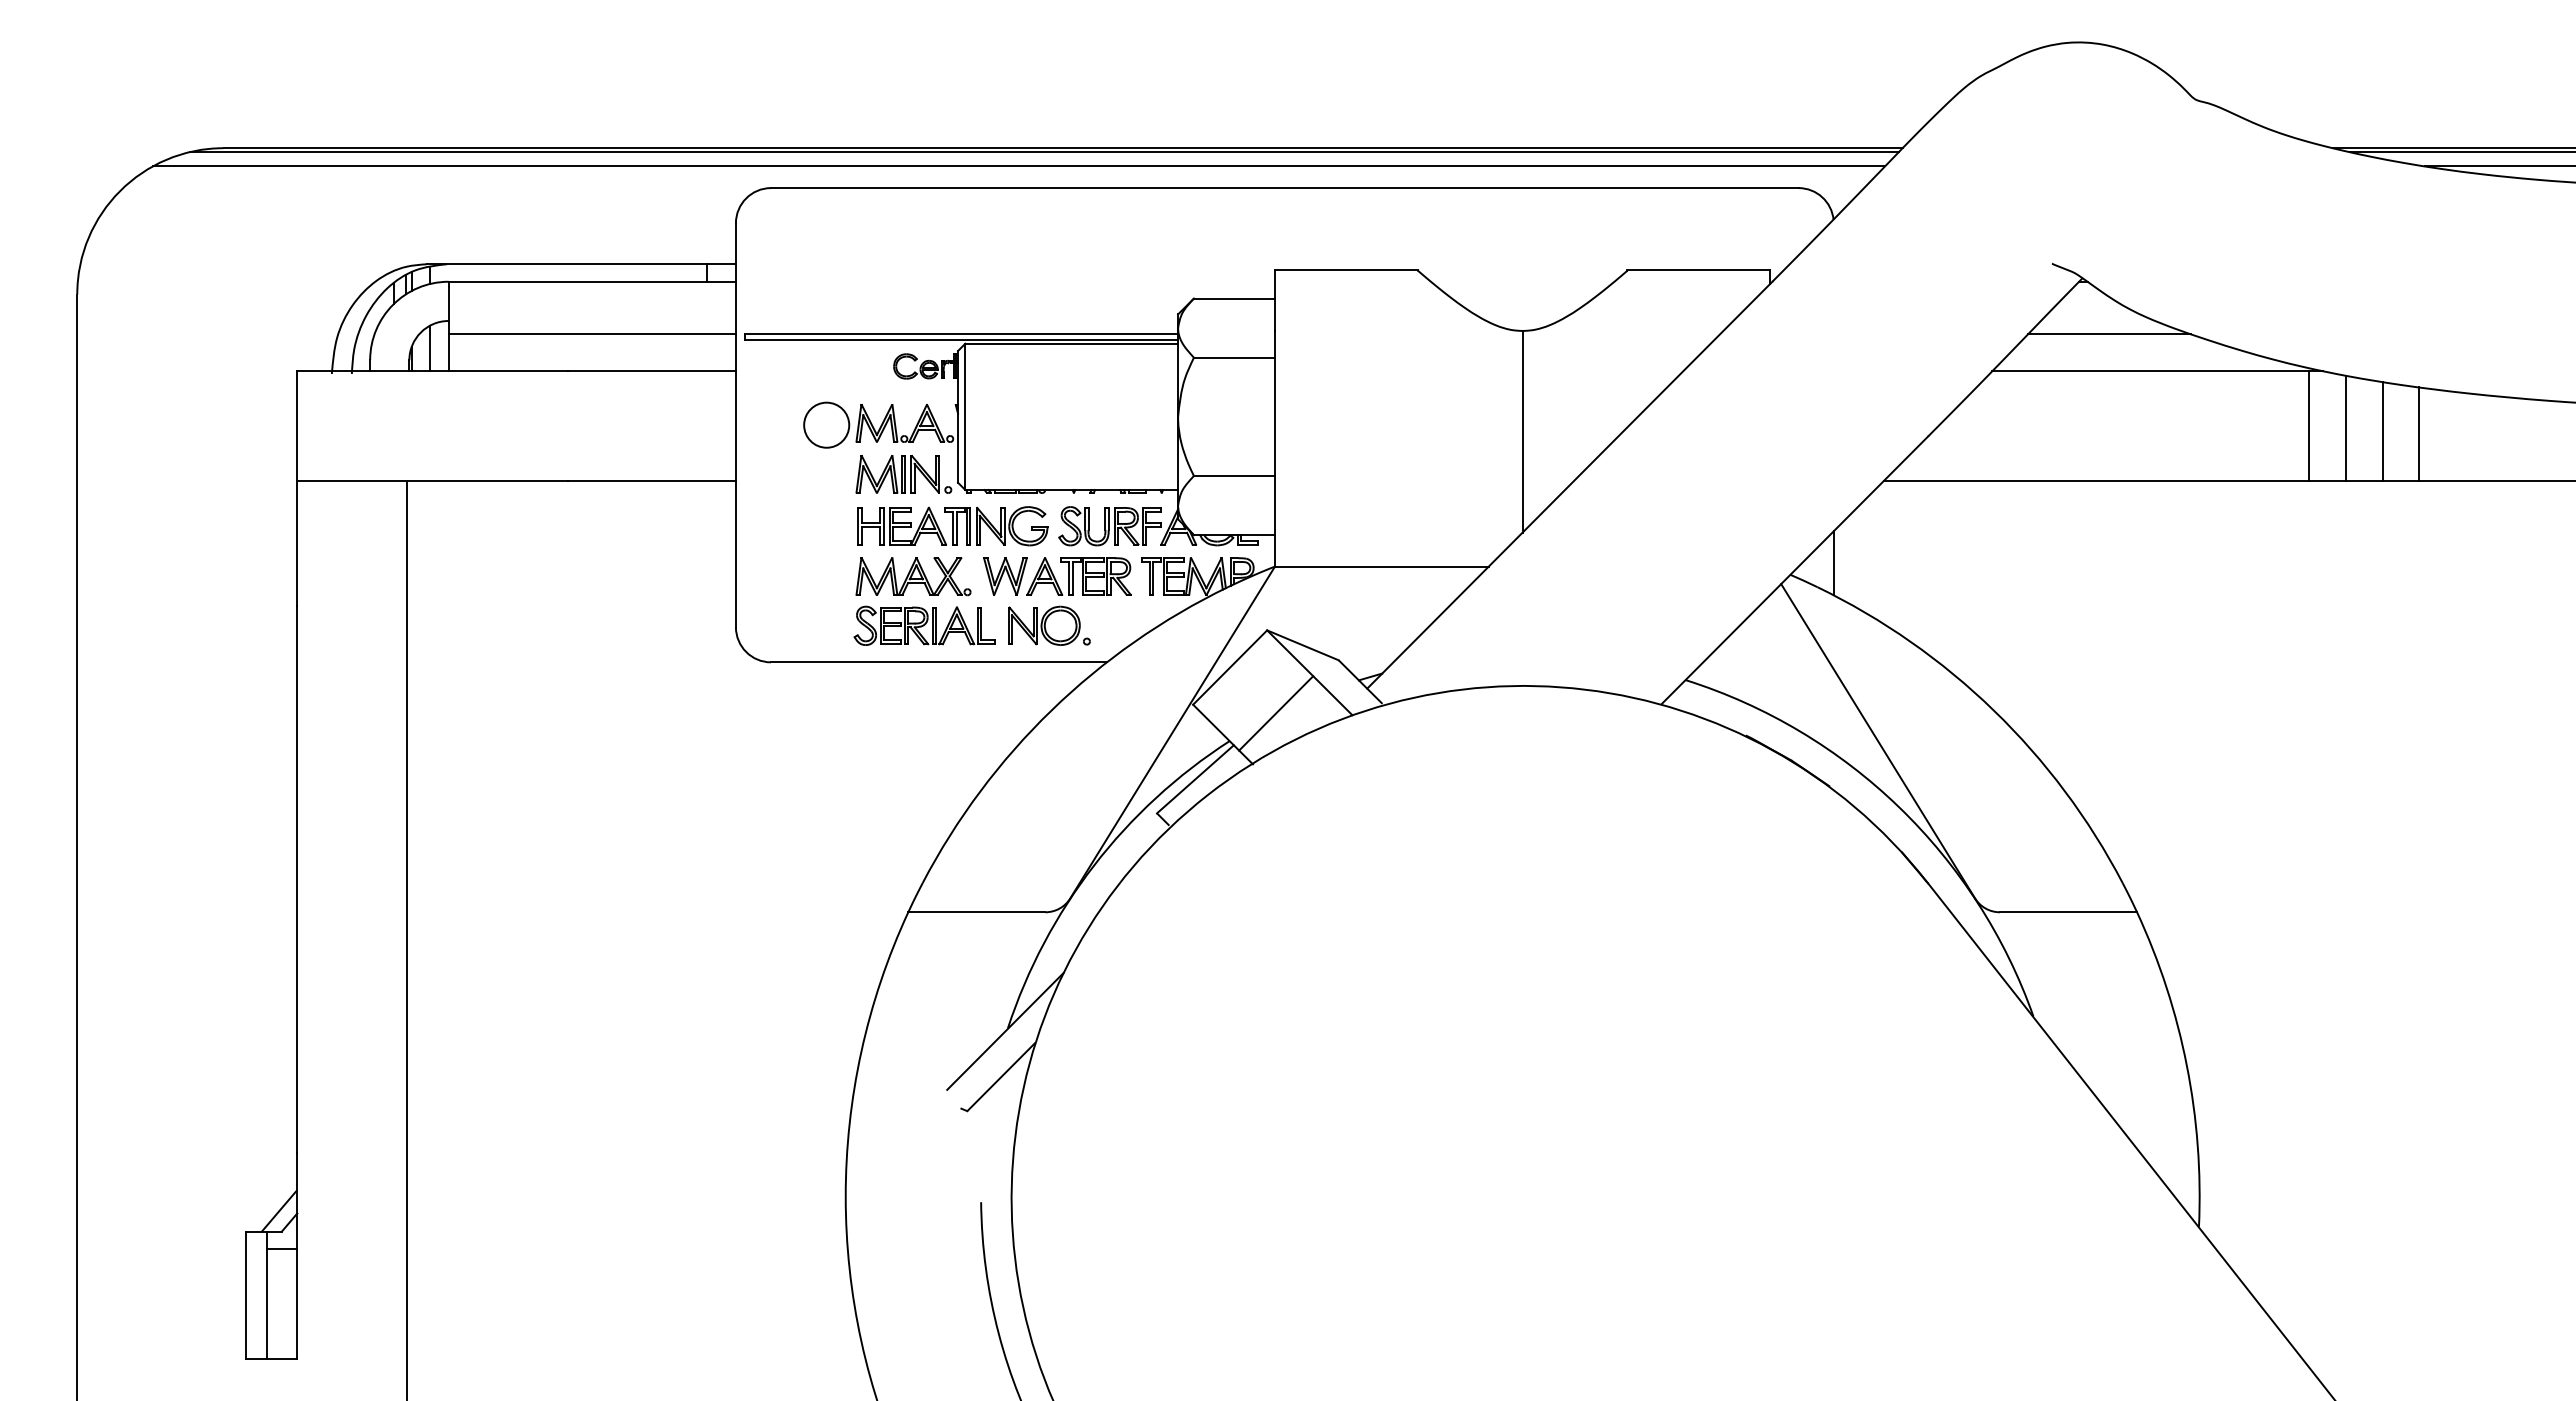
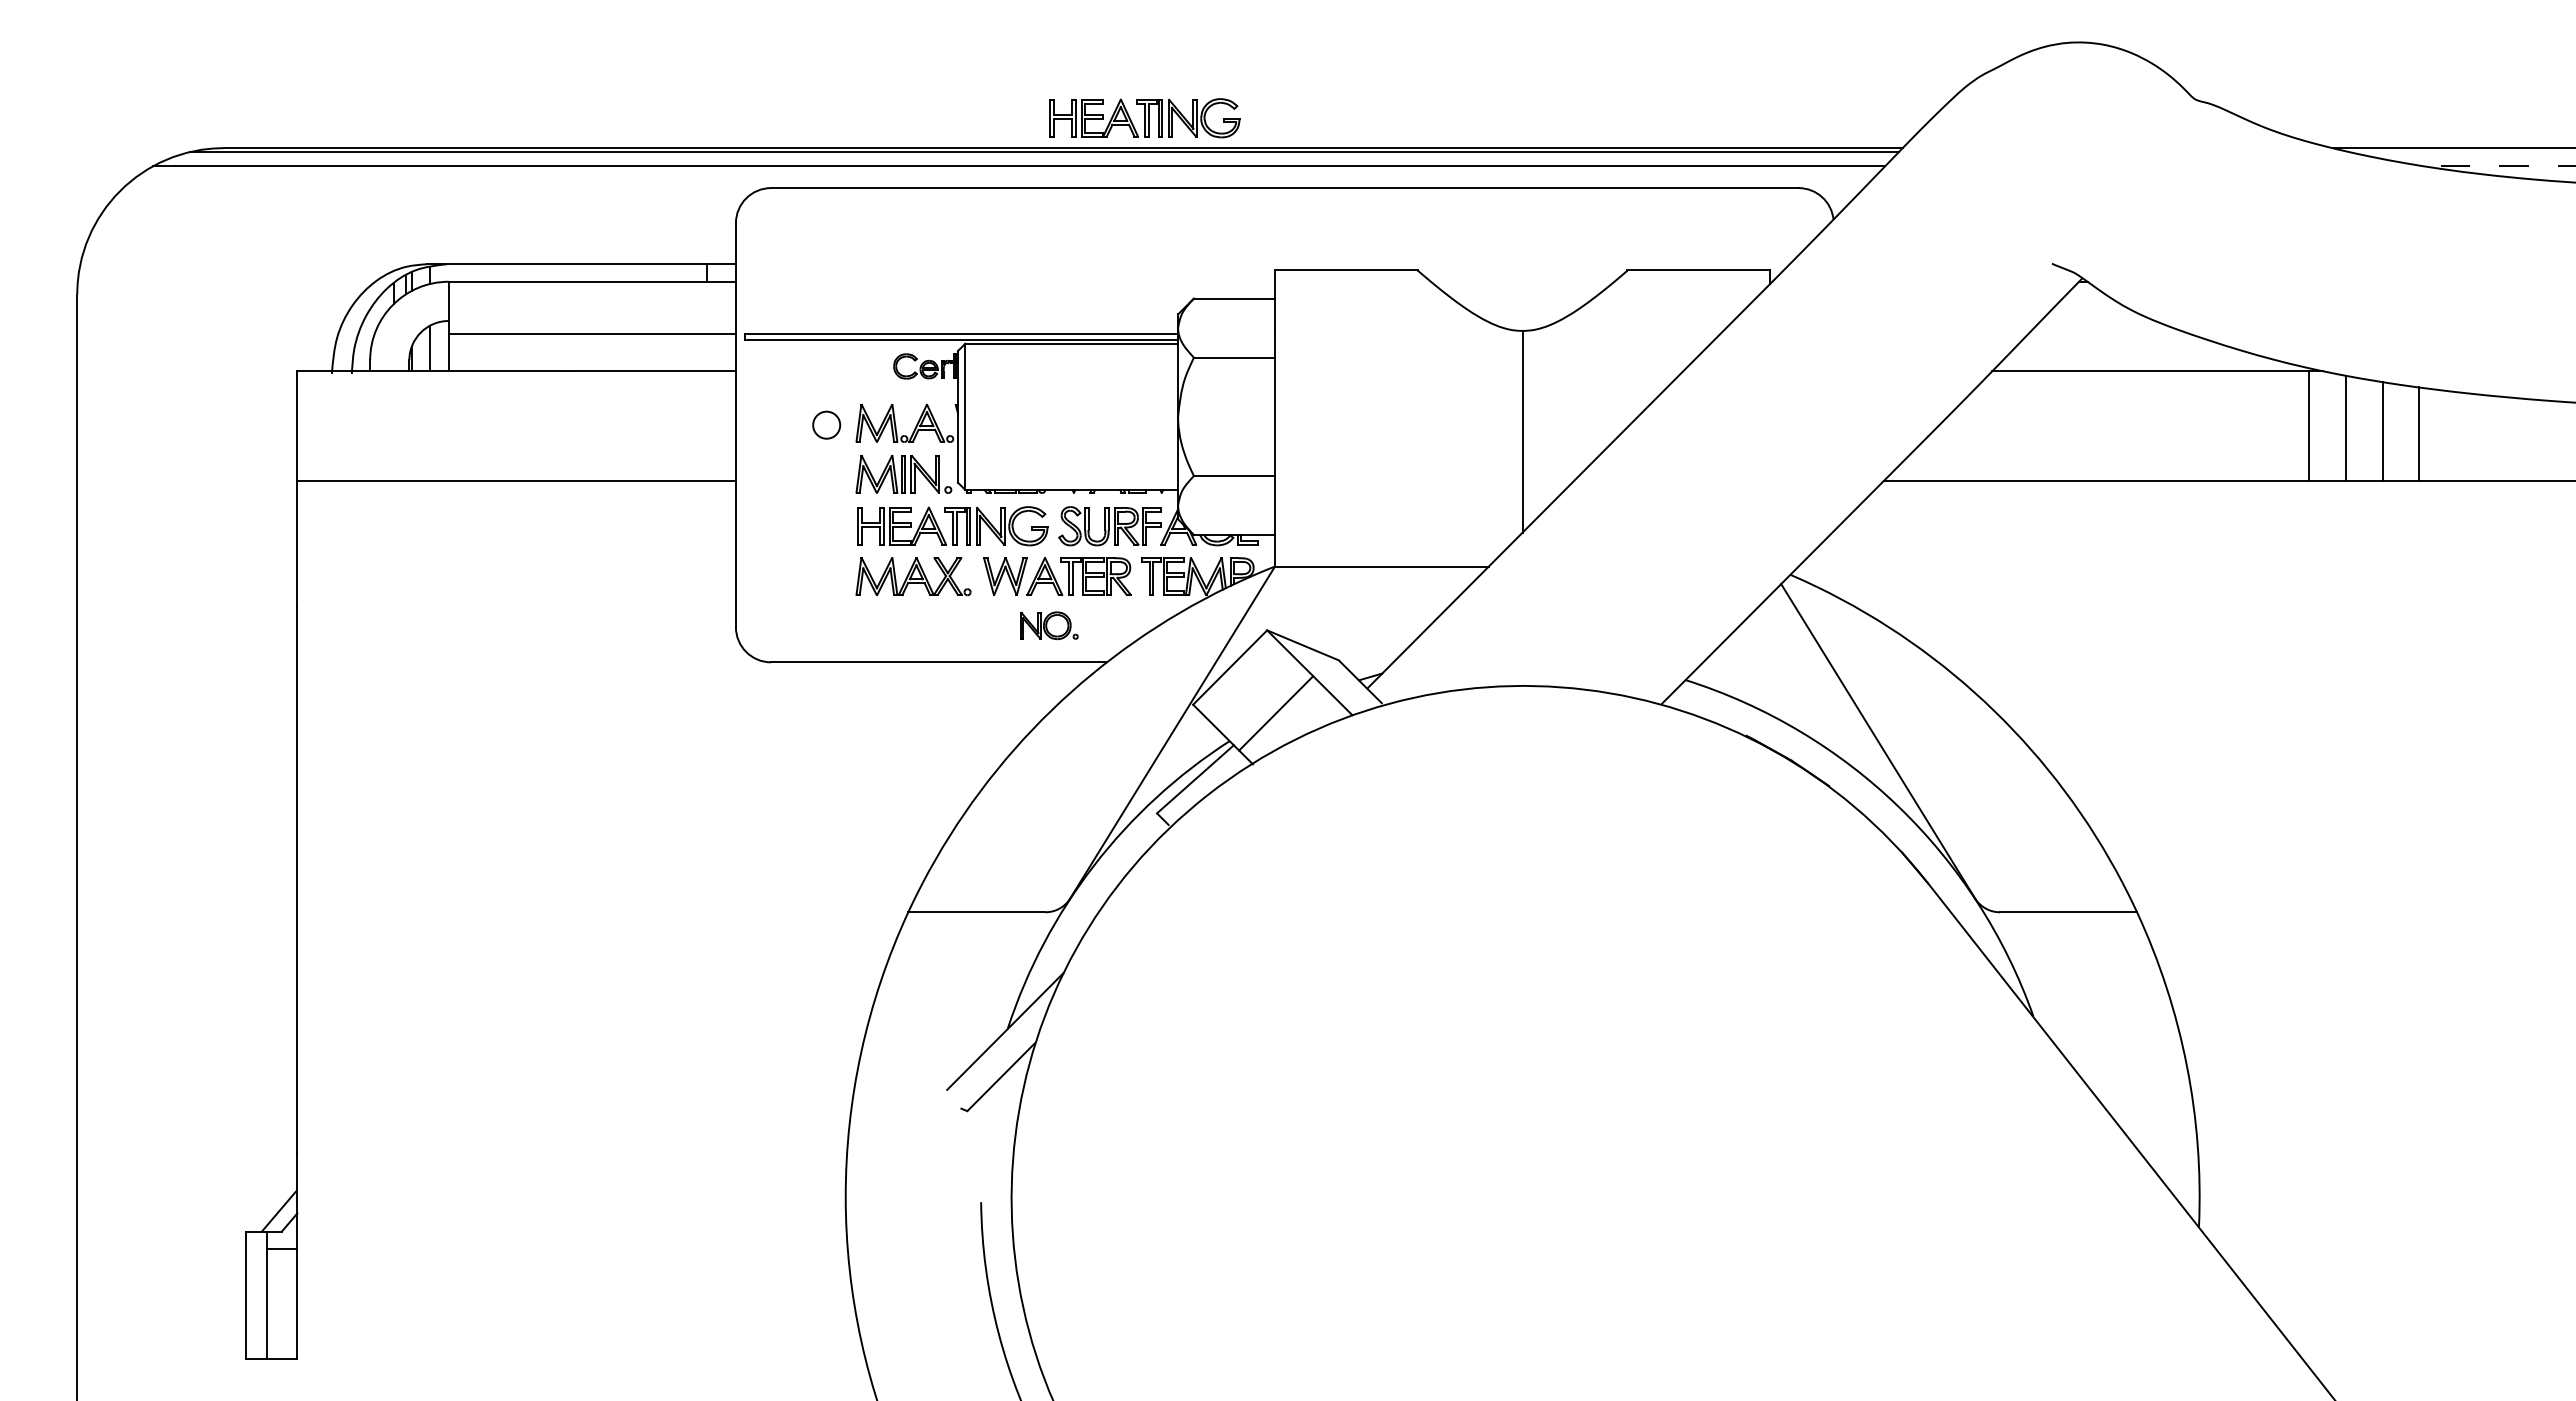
part at (1144, 118): none -> present
line at (2460, 152): present -> none
line at (2499, 166): solid -> dashed
line at (2109, 334): present -> none
circle at (826, 424) diameter: 45 px -> 27 px
line at (1833, 563): present -> none
part at (924, 625): present -> none
part at (1049, 625) size: 83x41 px -> 59x30 px
line at (406, 938): present -> none
